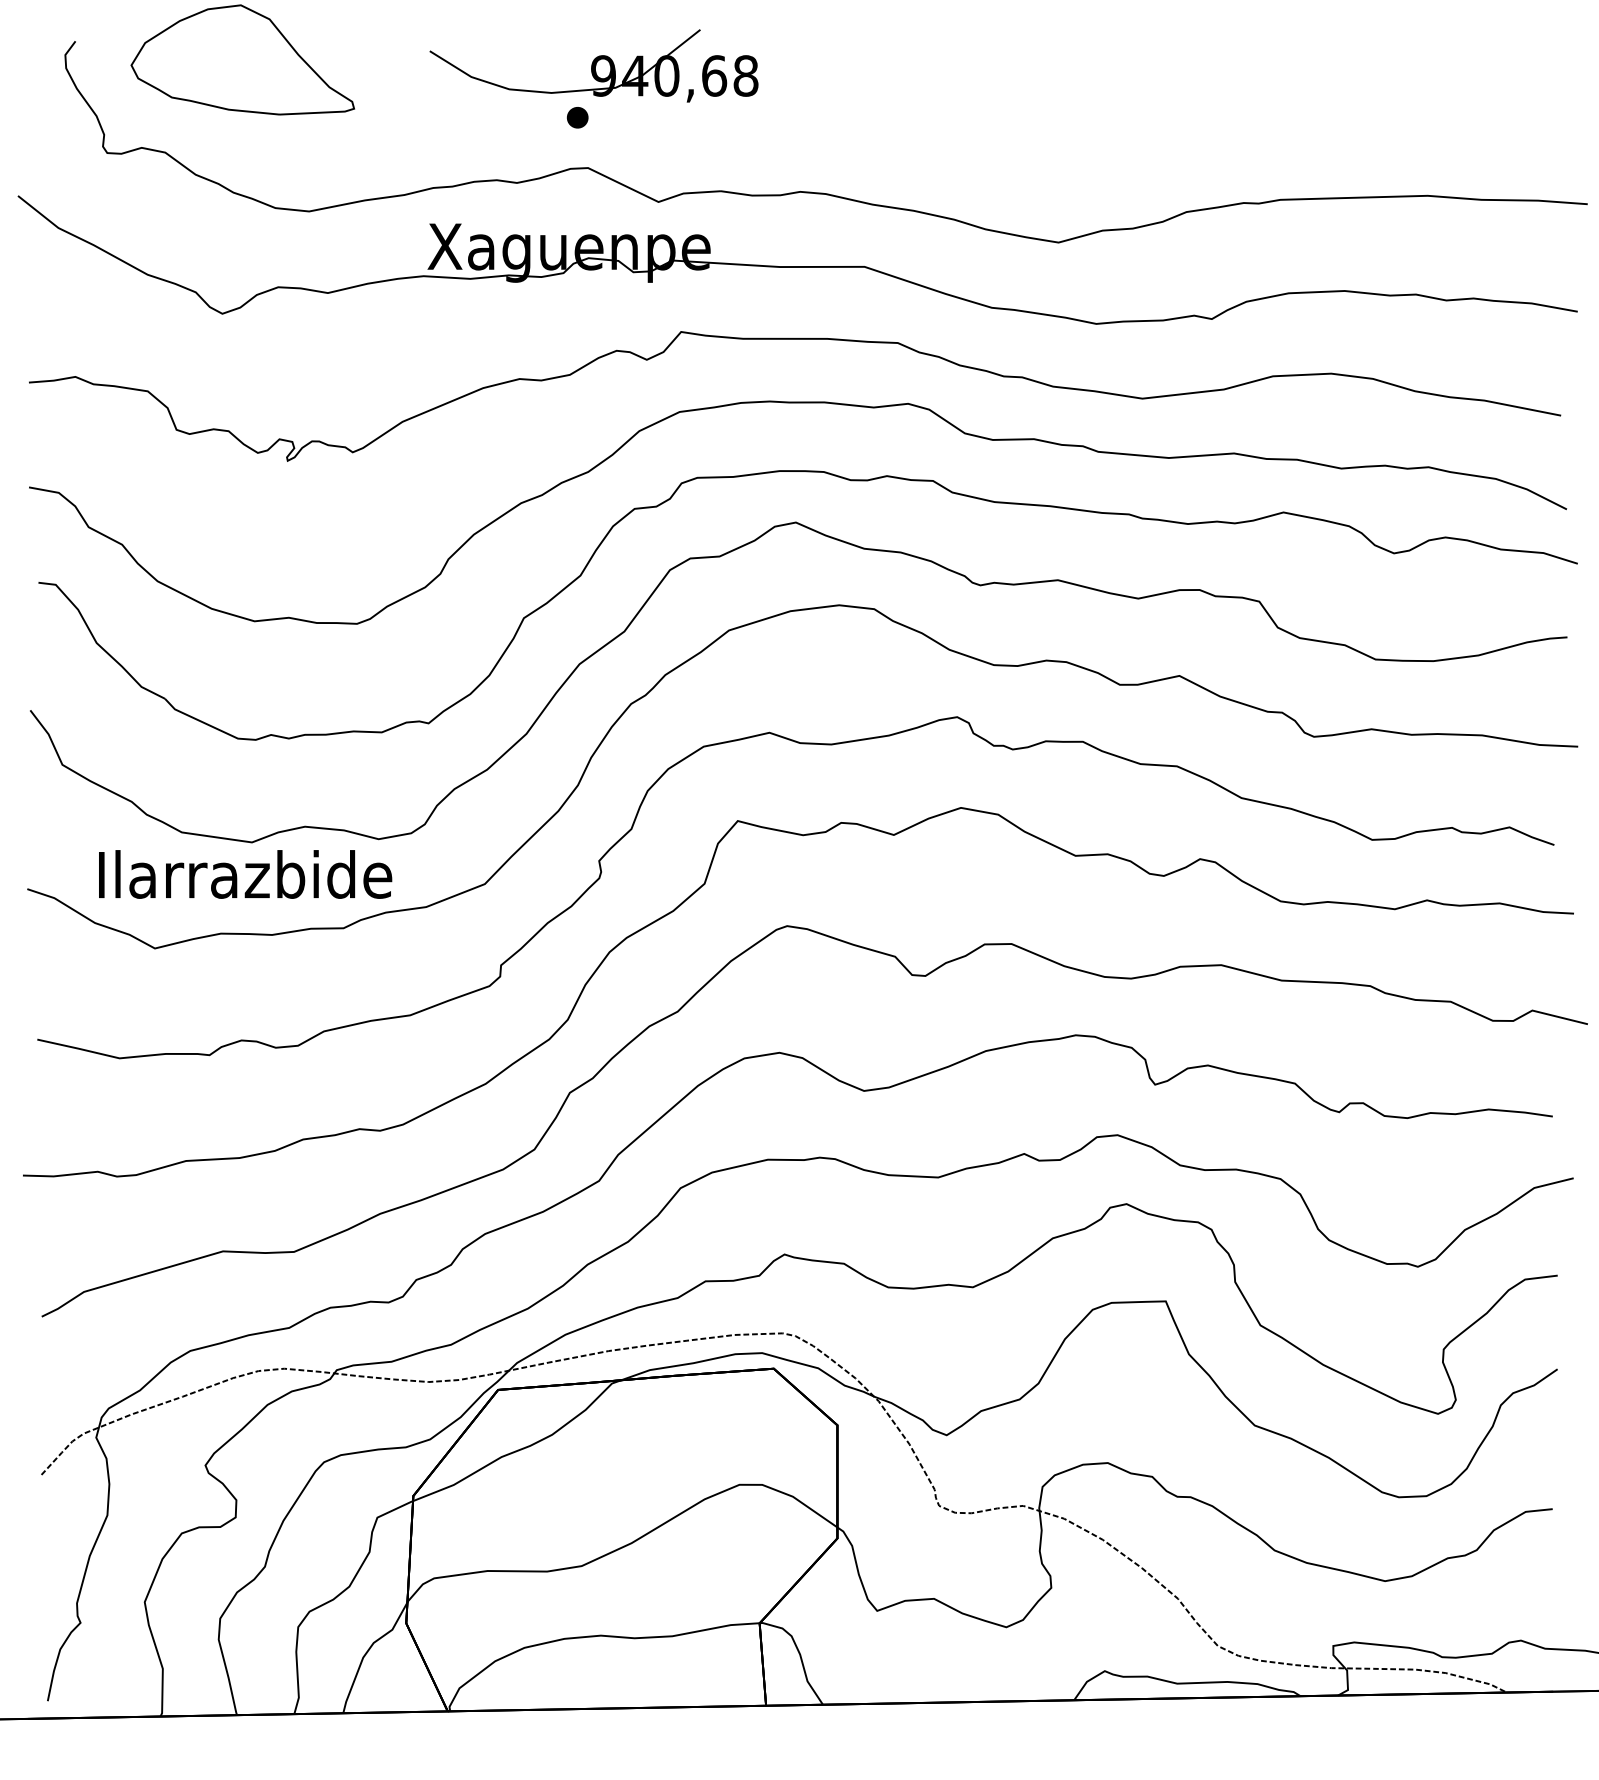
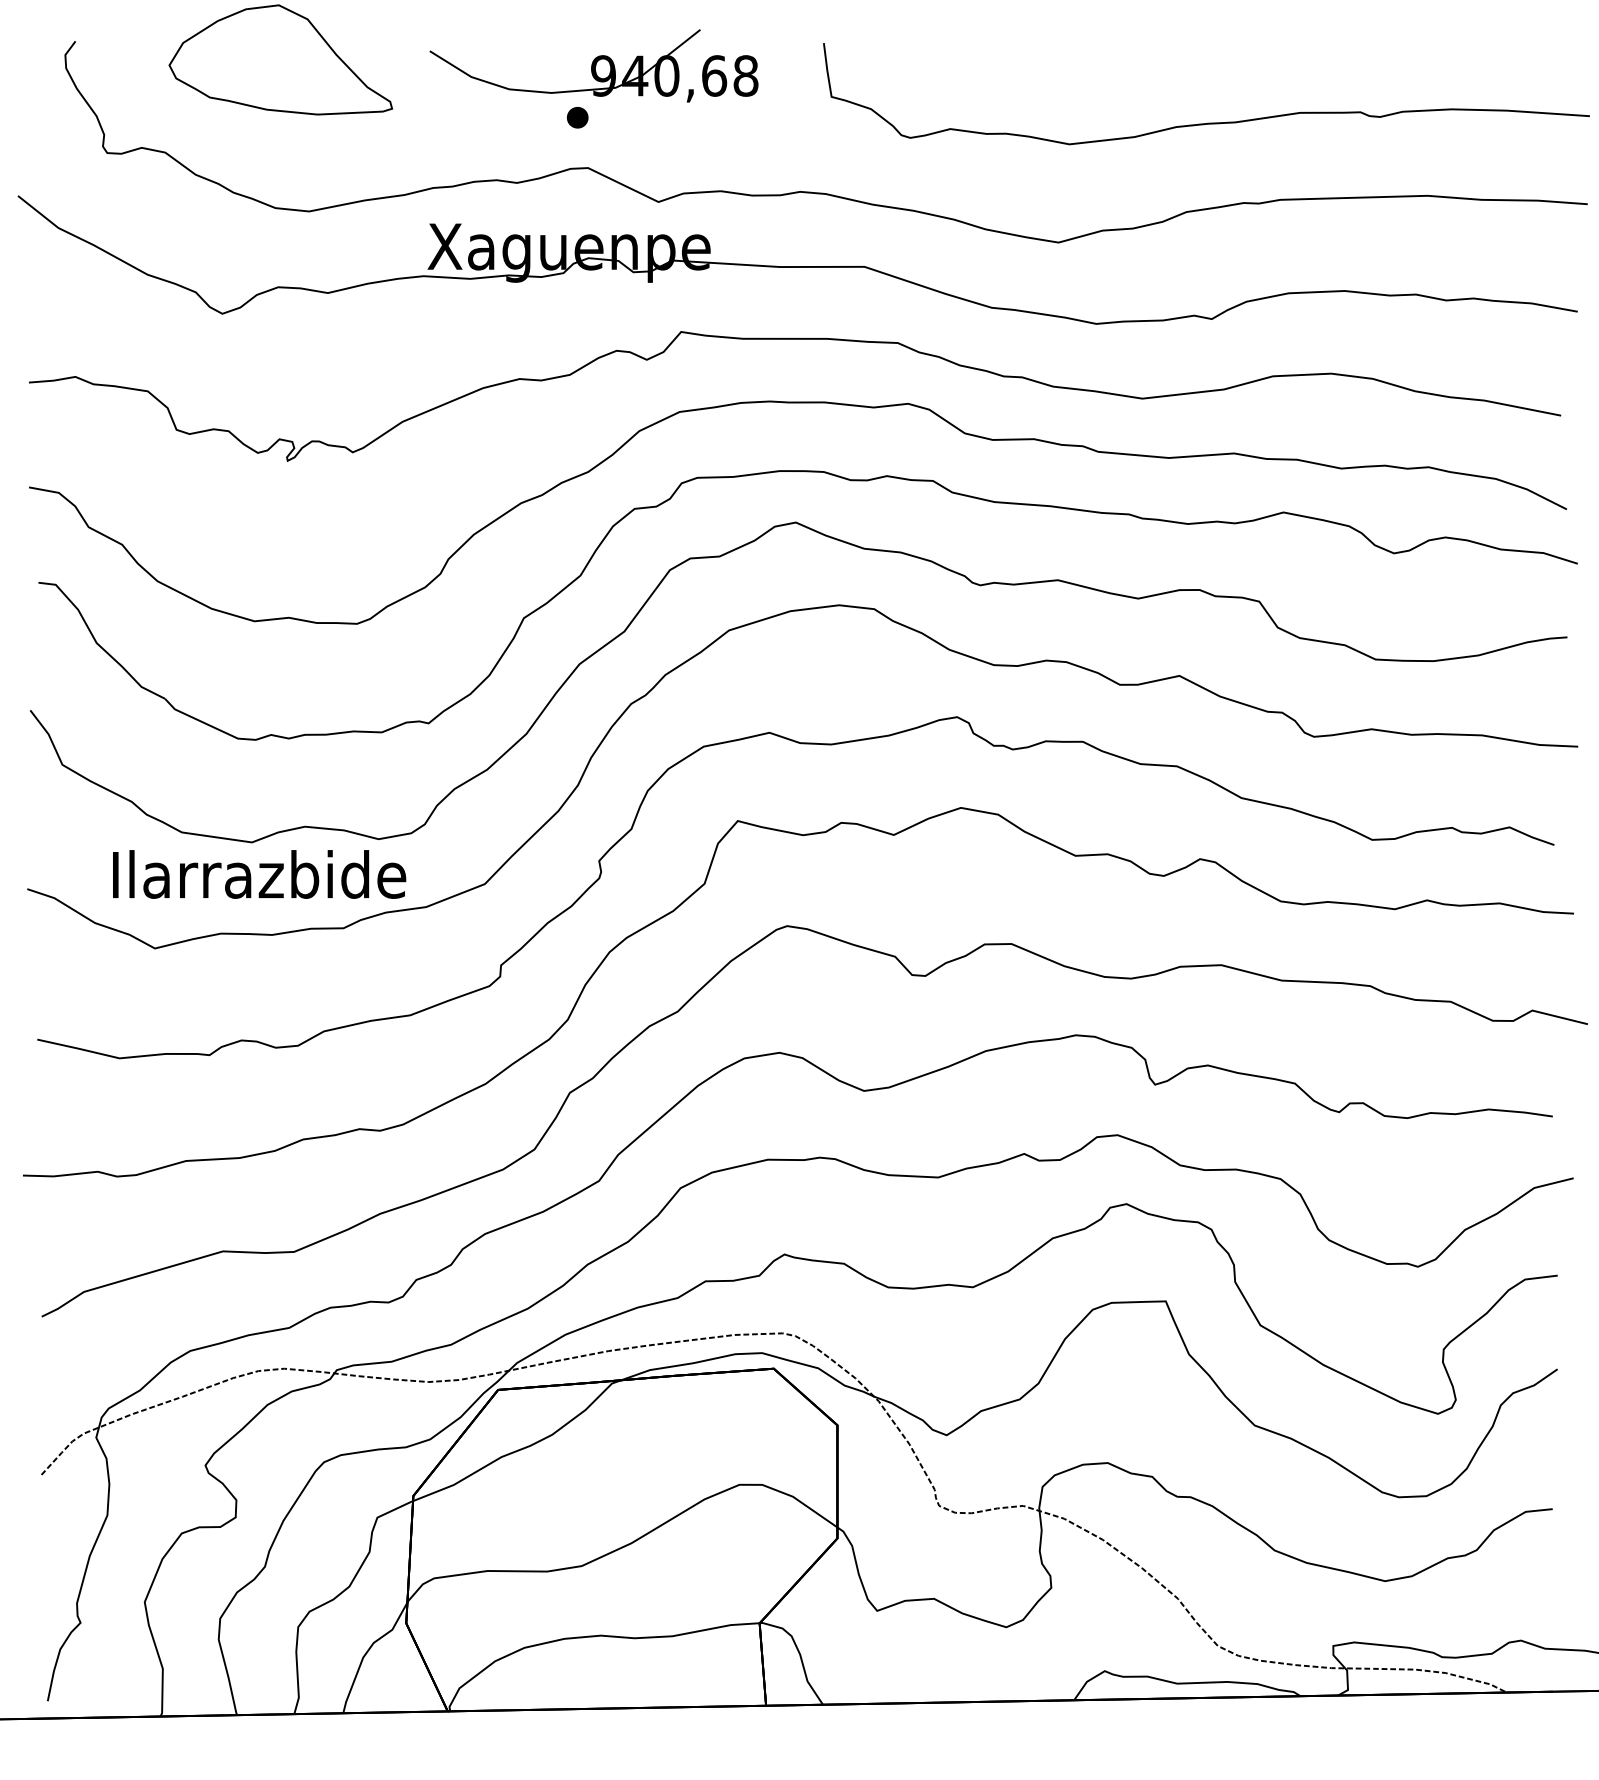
part at (242, 59) position: (242, 59) -> (280, 59)
curve at (1207, 122): none -> present
text at (245, 874) position: (245, 874) -> (259, 874)
